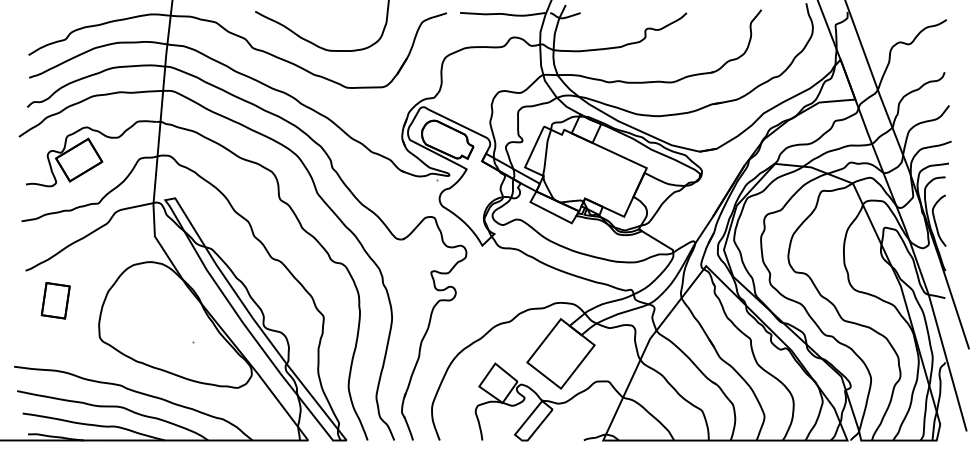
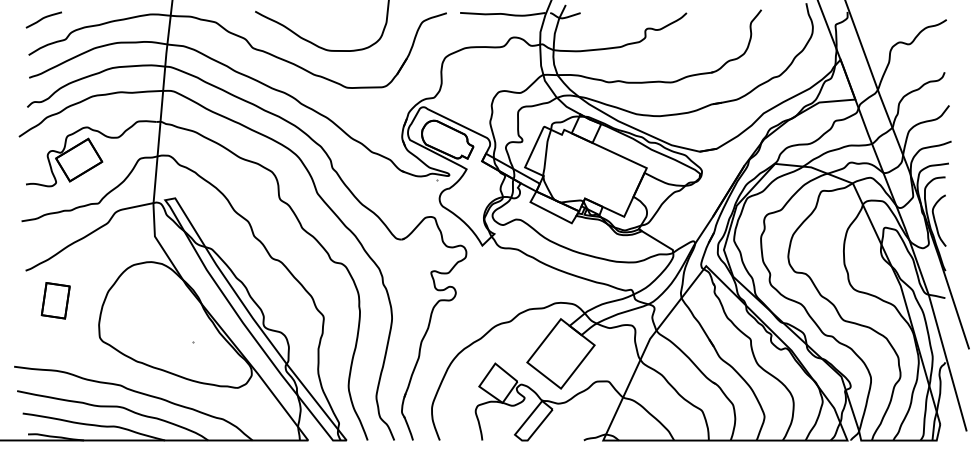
curve at (43, 19): none -> present
